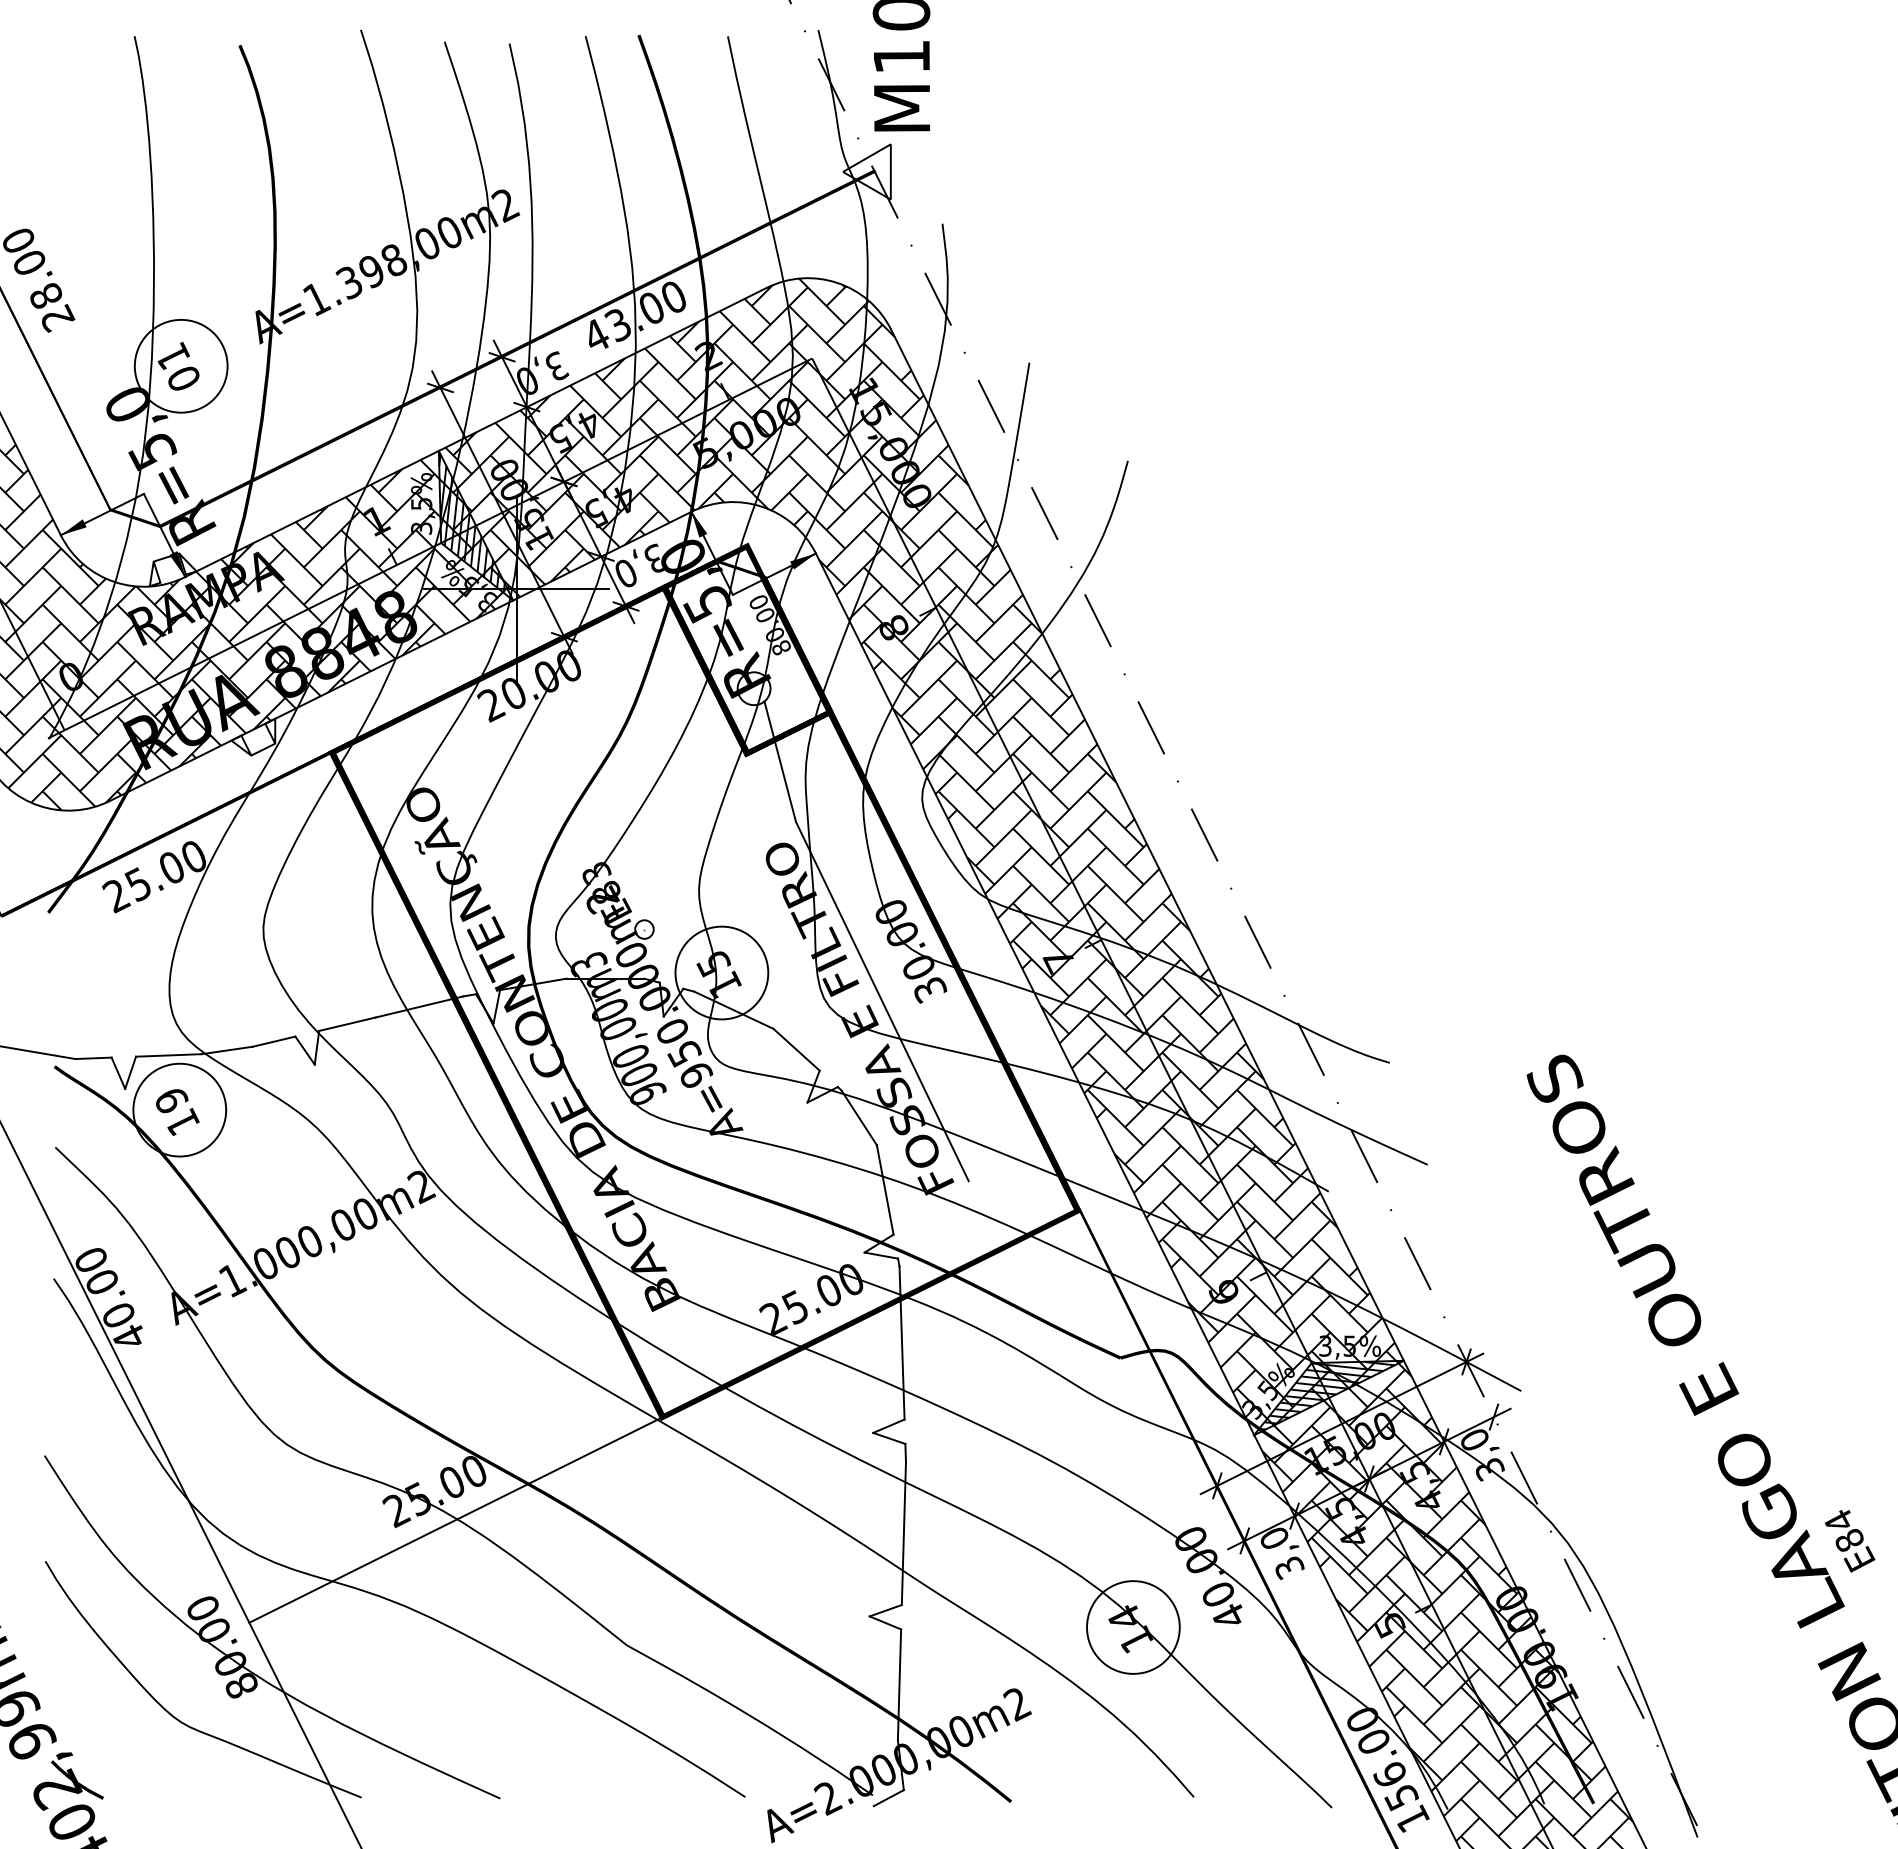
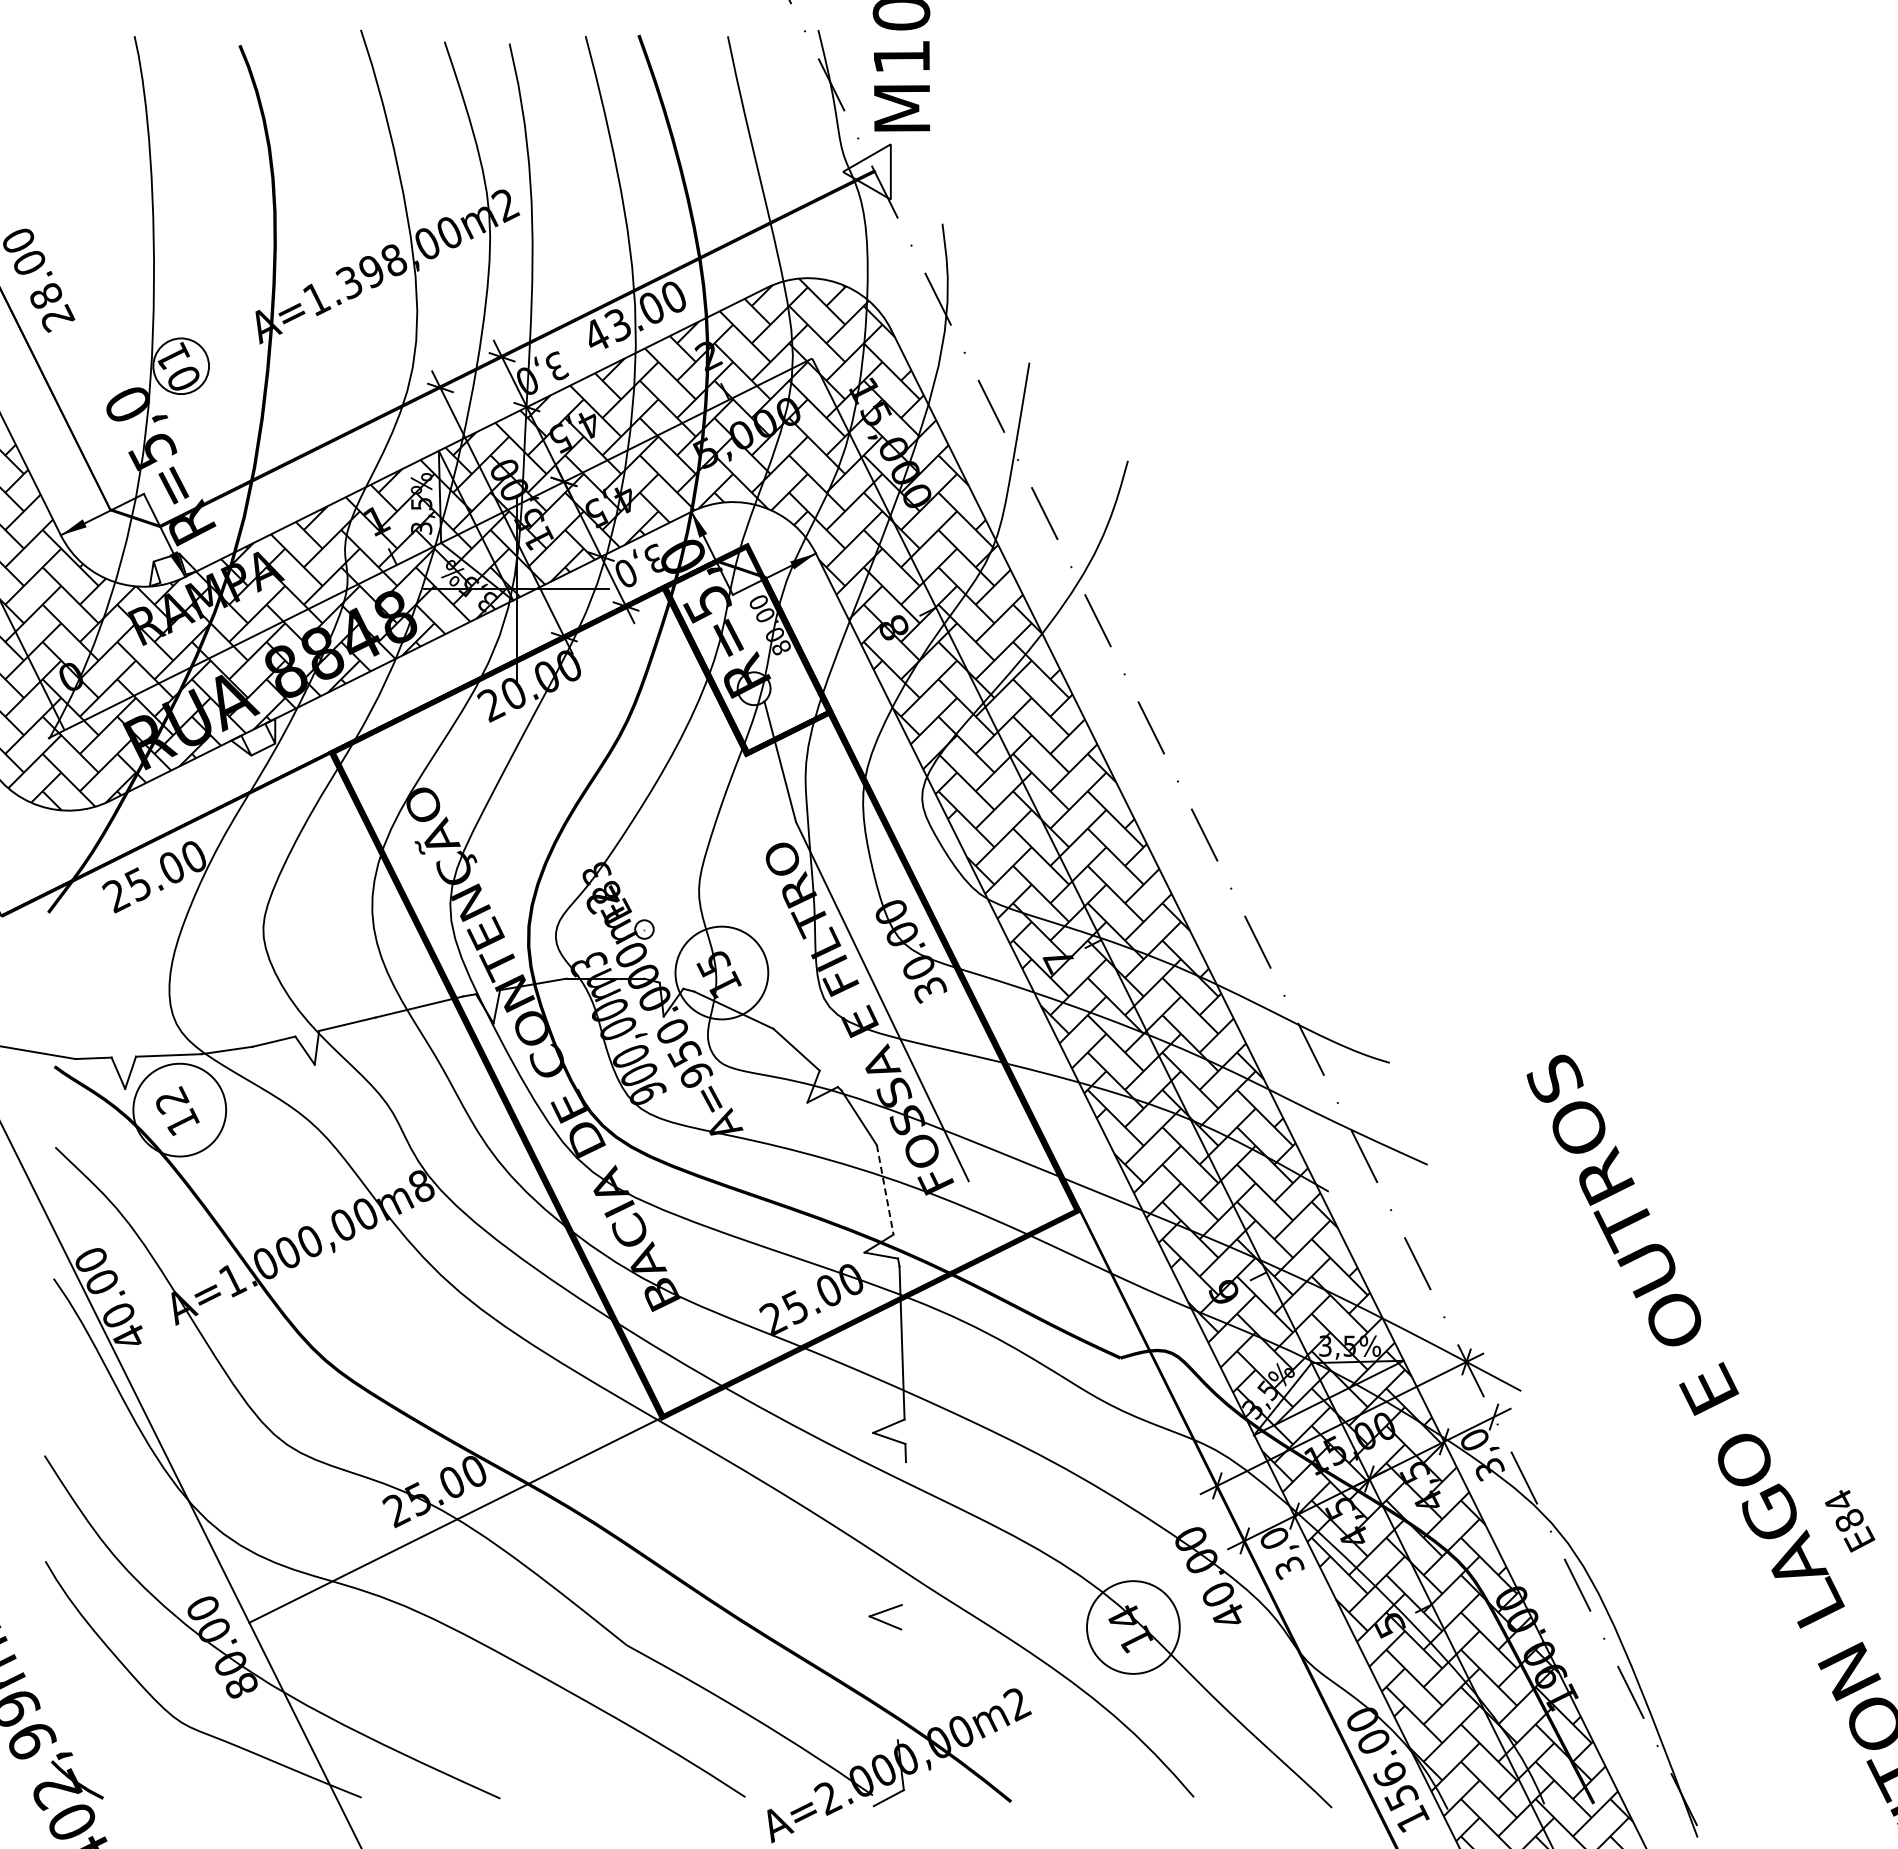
circle at (180, 365) diameter: 93 px -> 56 px
hatch at (474, 526): present -> none
text at (172, 1100): 19 -> 12
text at (421, 1187): A=1.000,00m2 -> A=1.000,00m8
line at (885, 1190): solid -> dashed
hatch at (1323, 1398): present -> none
line at (903, 1533): present -> none
text at (1850, 1541) position: (1850, 1541) -> (1850, 1521)
line at (899, 1684): present -> none
